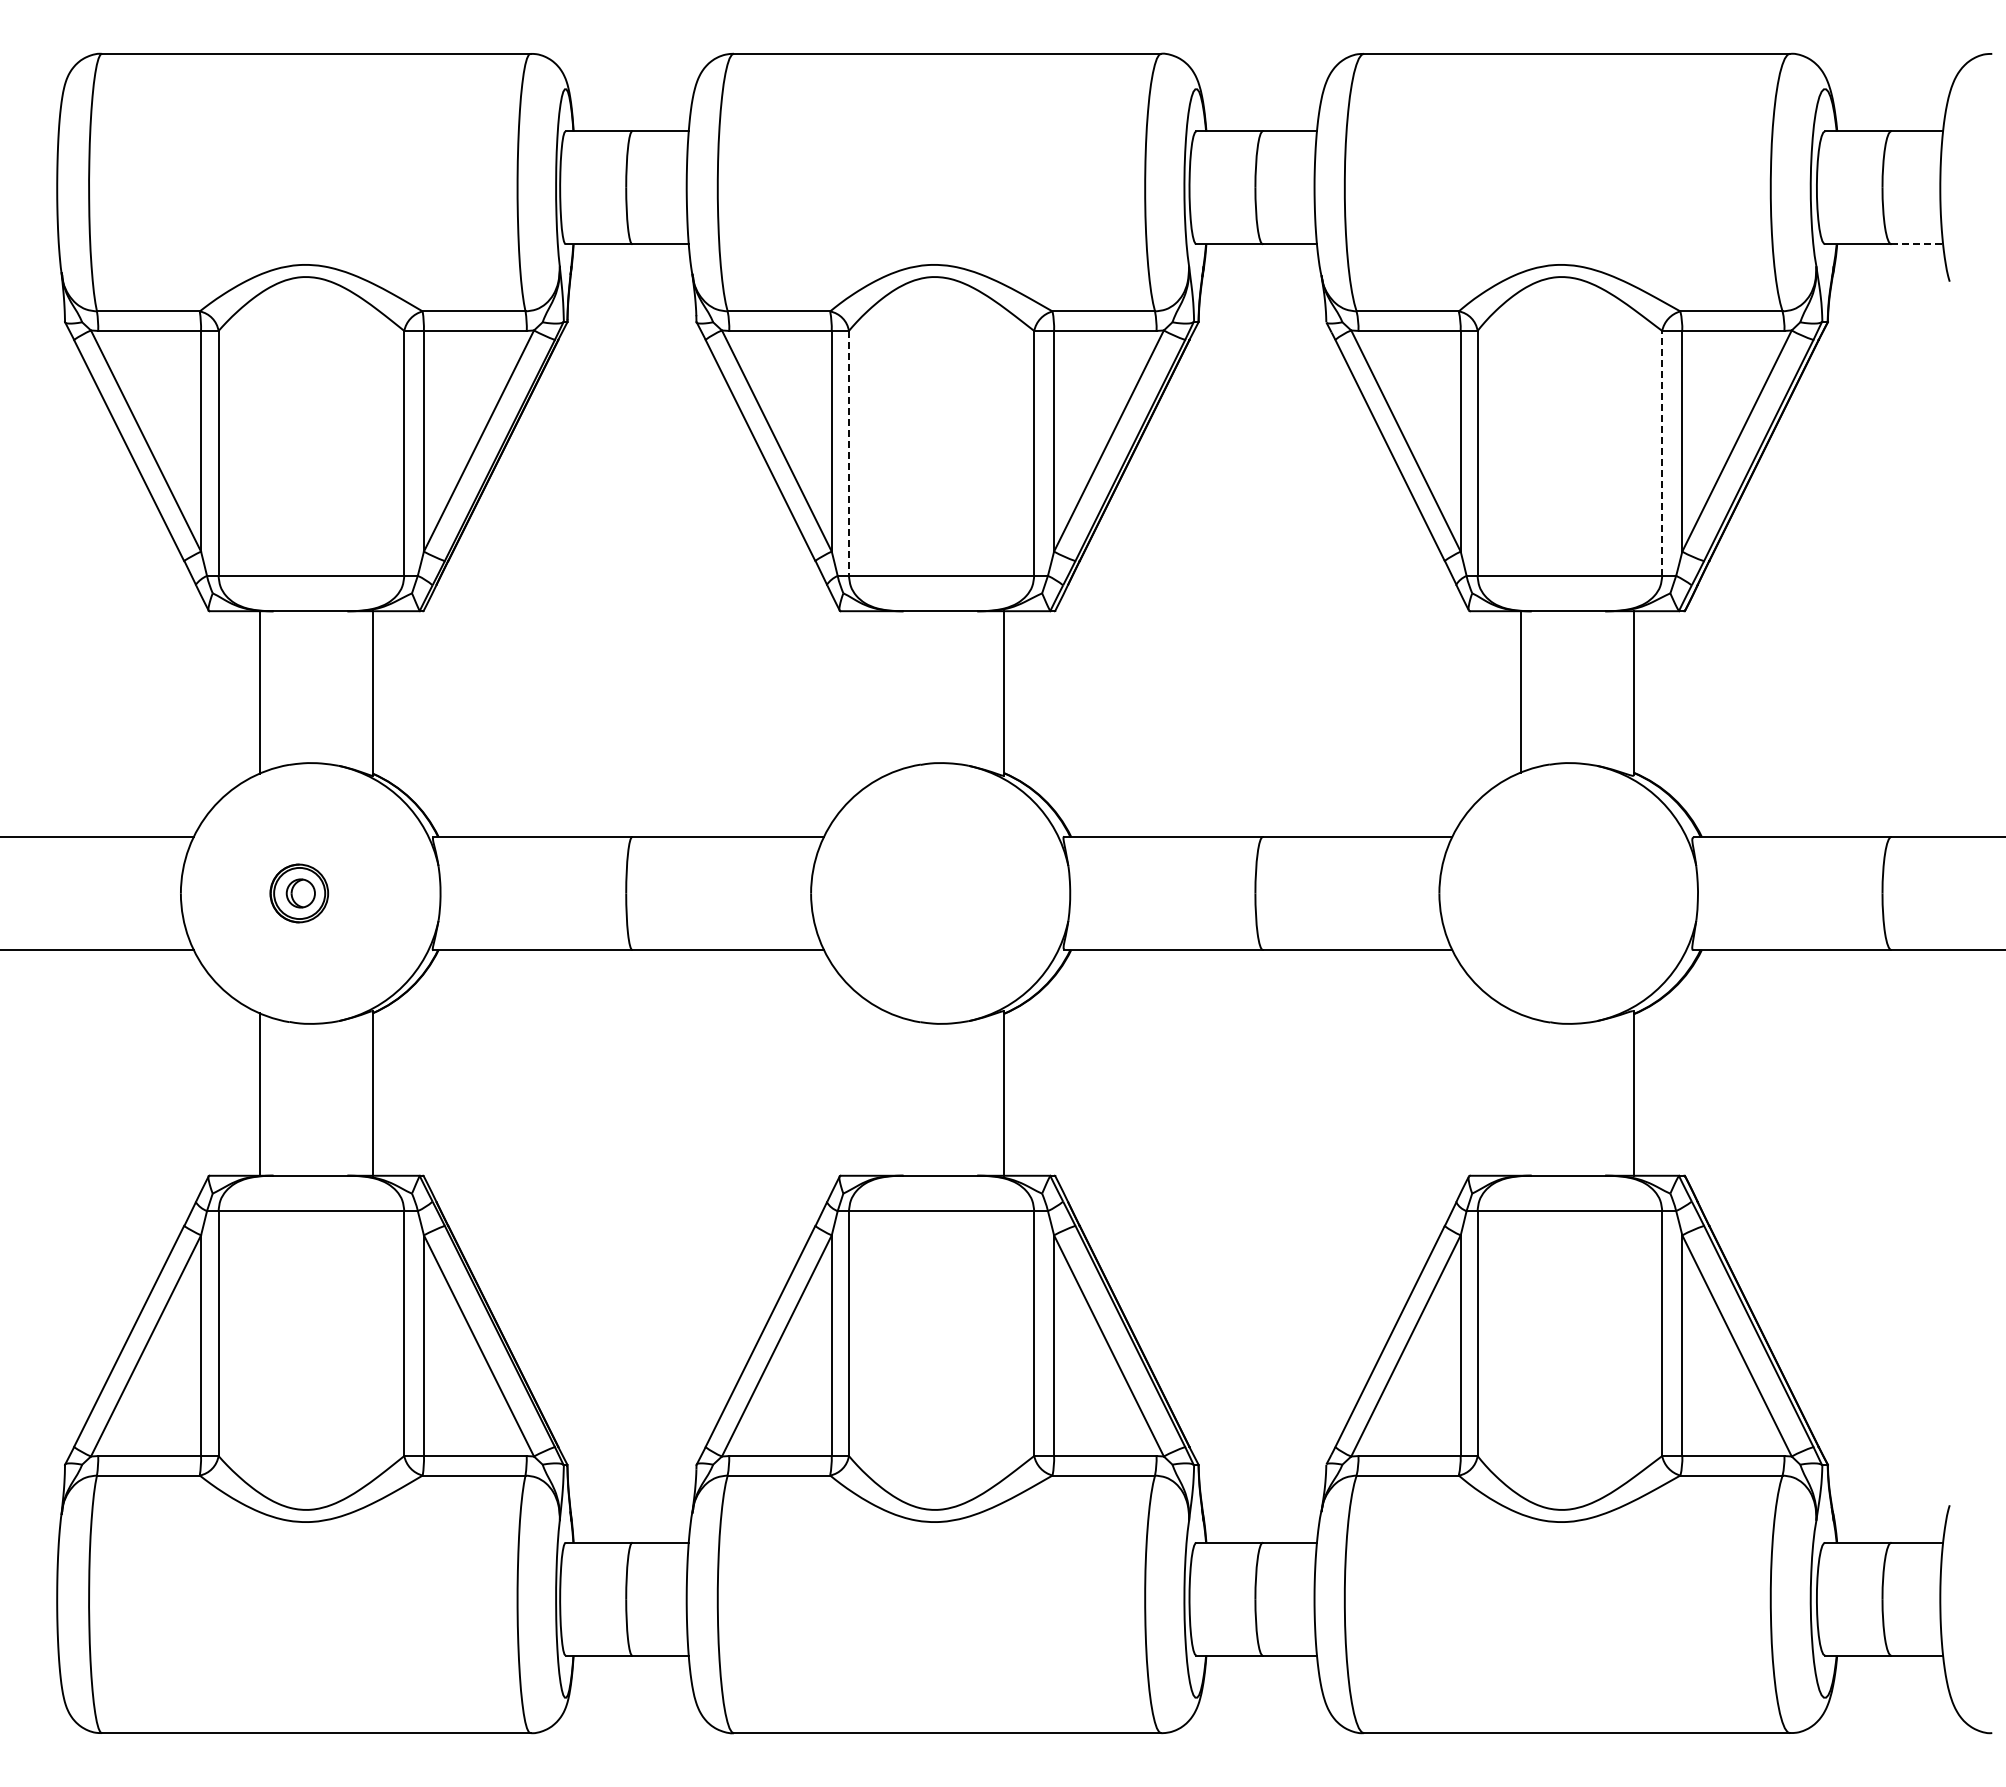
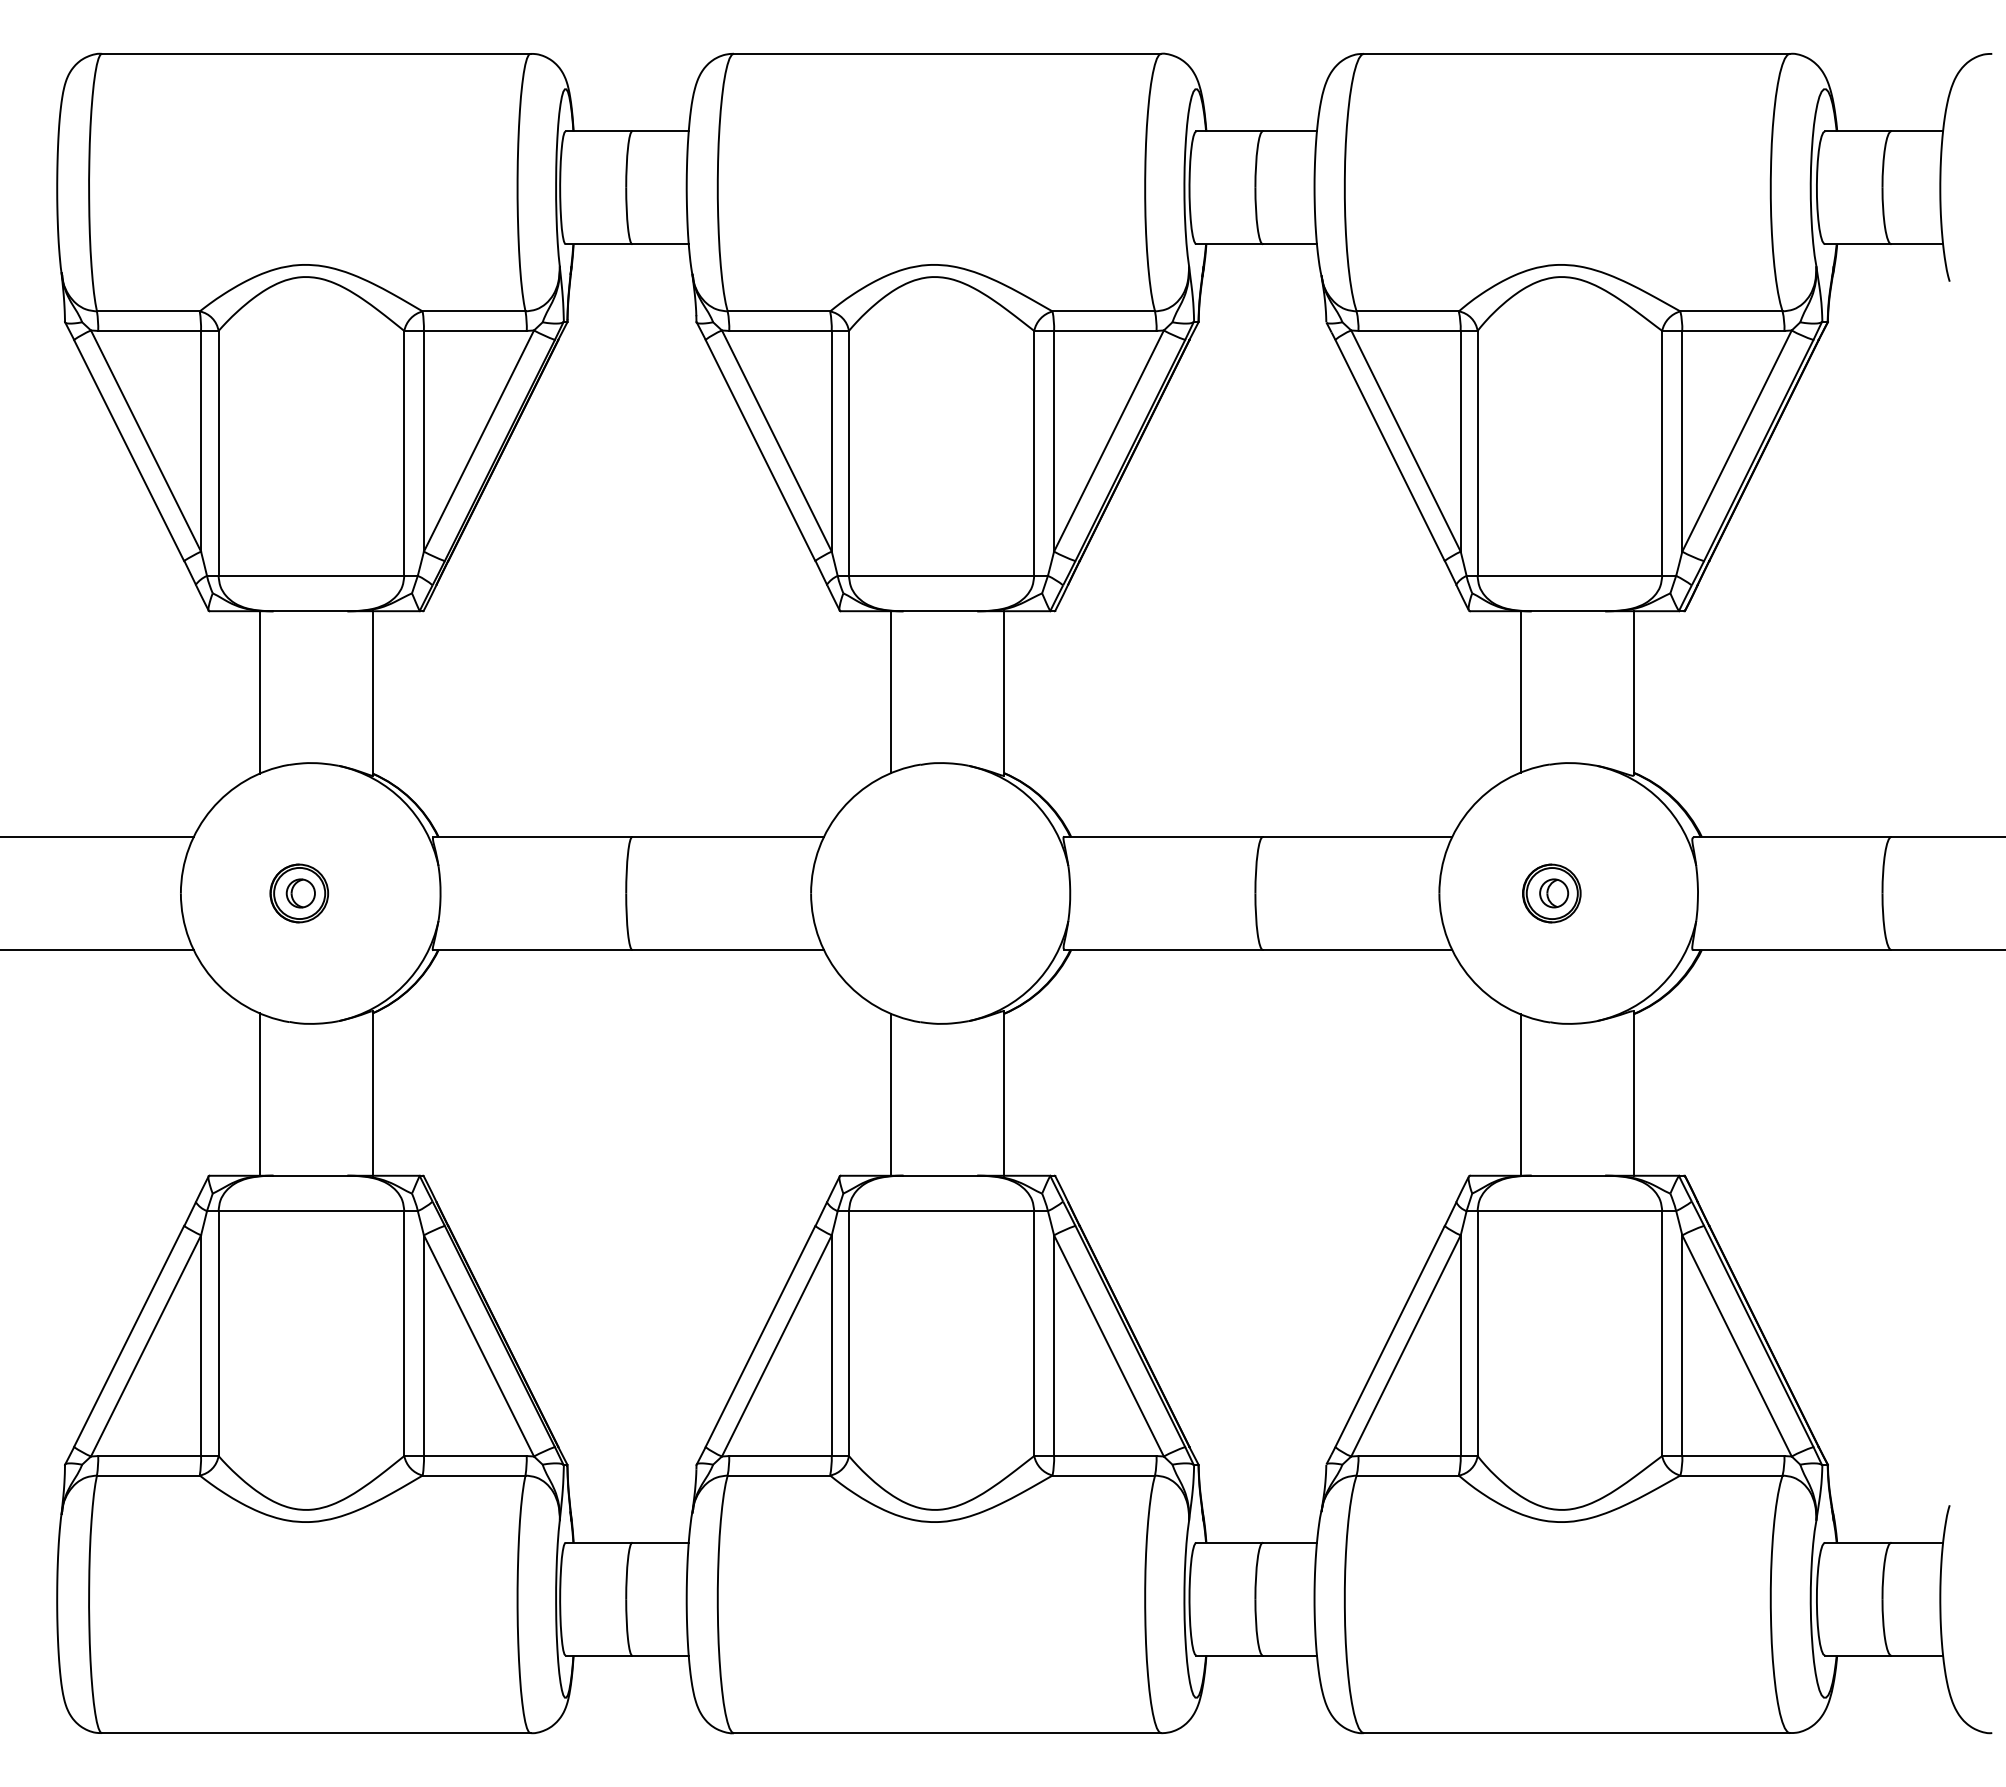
line at (1917, 244): dashed -> solid
line at (1662, 452): dashed -> solid
line at (848, 453): dashed -> solid
line at (891, 692): none -> present
part at (1551, 893): none -> present
line at (891, 1094): none -> present
line at (1520, 1094): none -> present
